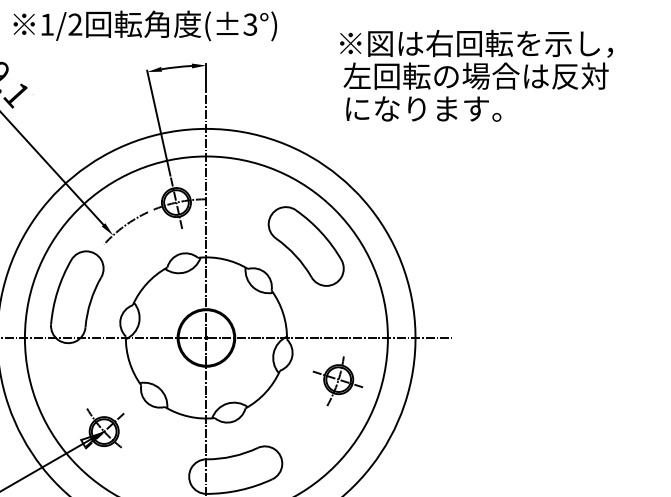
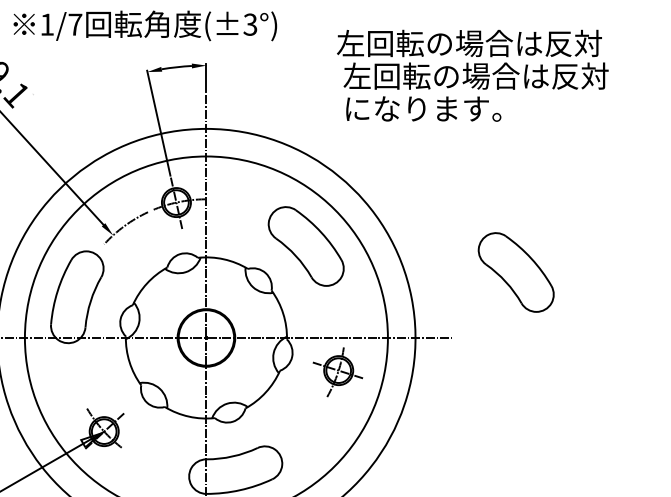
text at (75, 24): 1/2 -> 1/7
text at (474, 43): ※図は右回転を示し， -> 左回転の場合は反対
part at (515, 272): none -> present
part at (337, 381) position: (337, 381) -> (337, 372)
